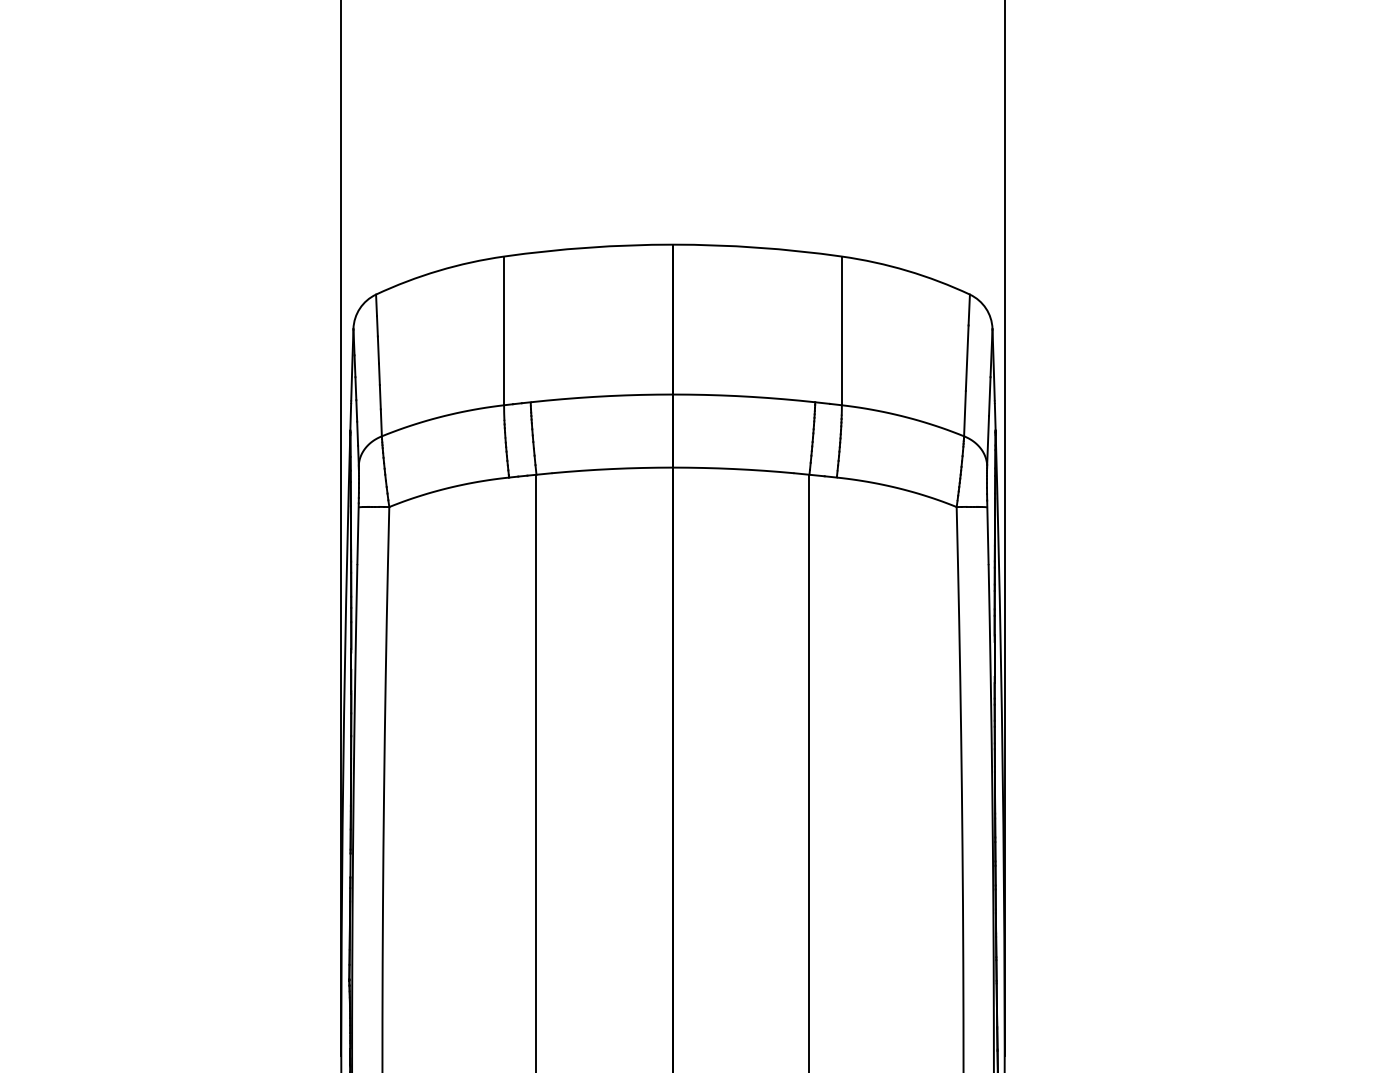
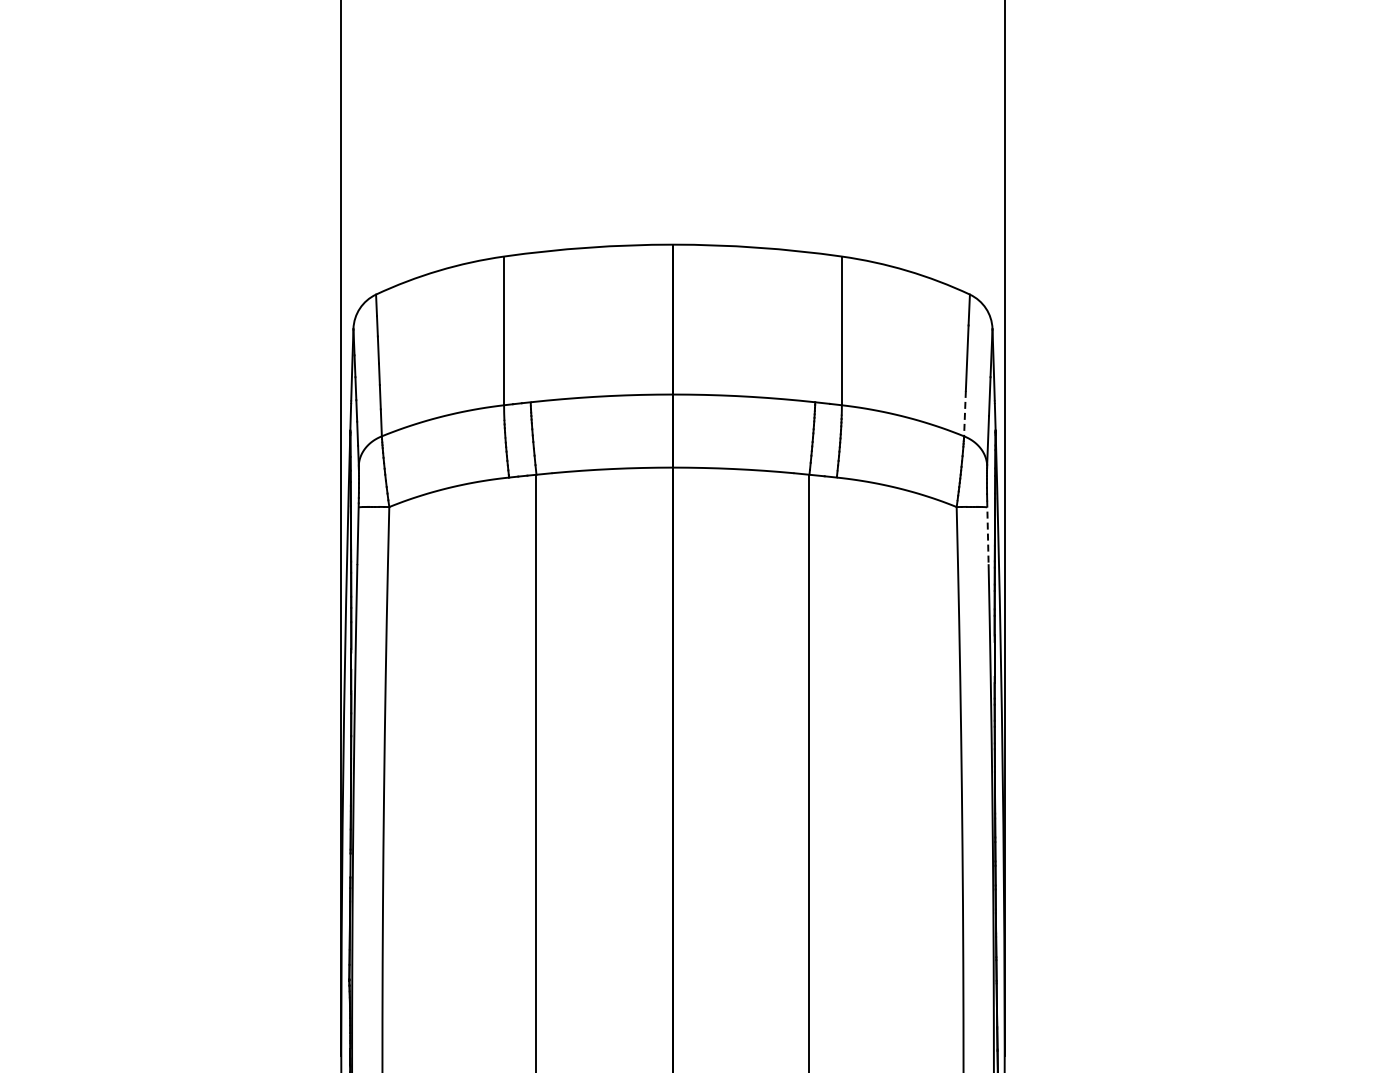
line at (964, 413): solid -> dashed
line at (987, 532): solid -> dashed
